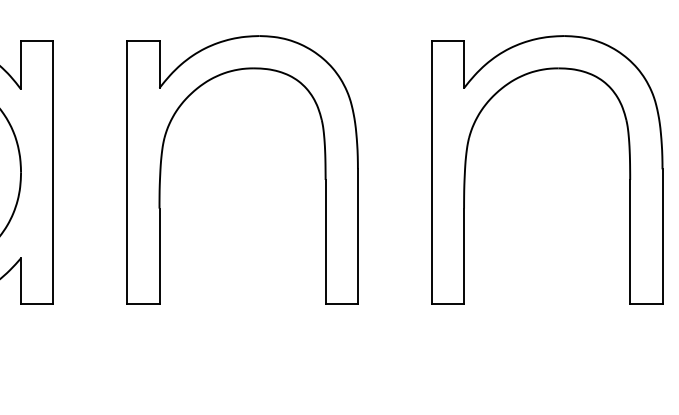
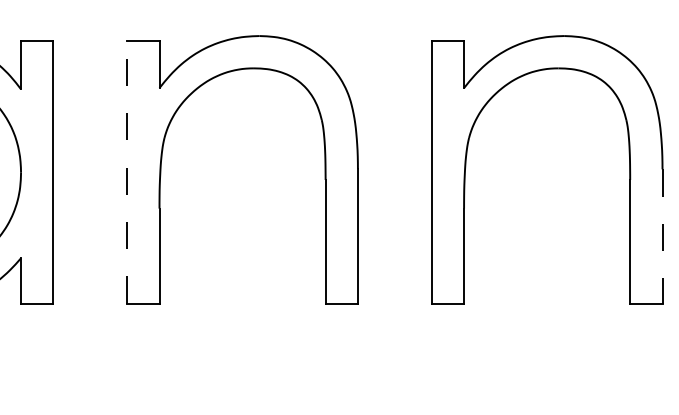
line at (127, 172): solid -> dashed
line at (662, 237): solid -> dashed
